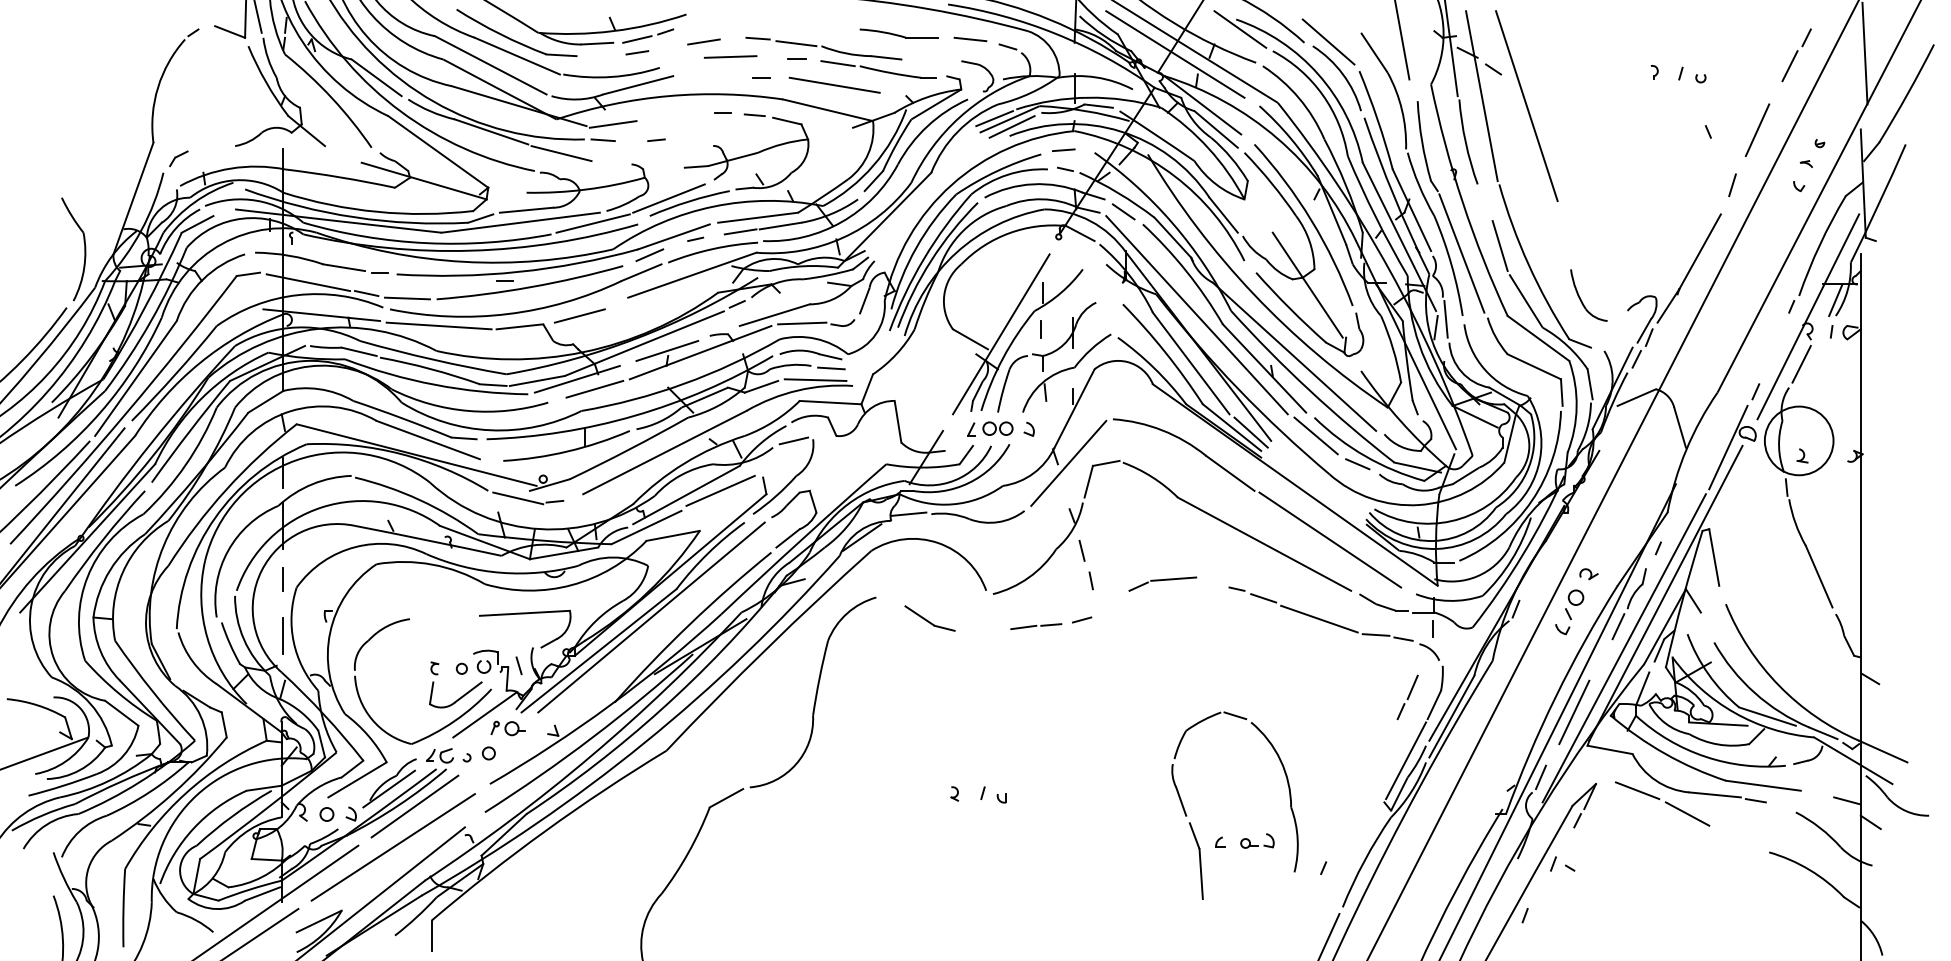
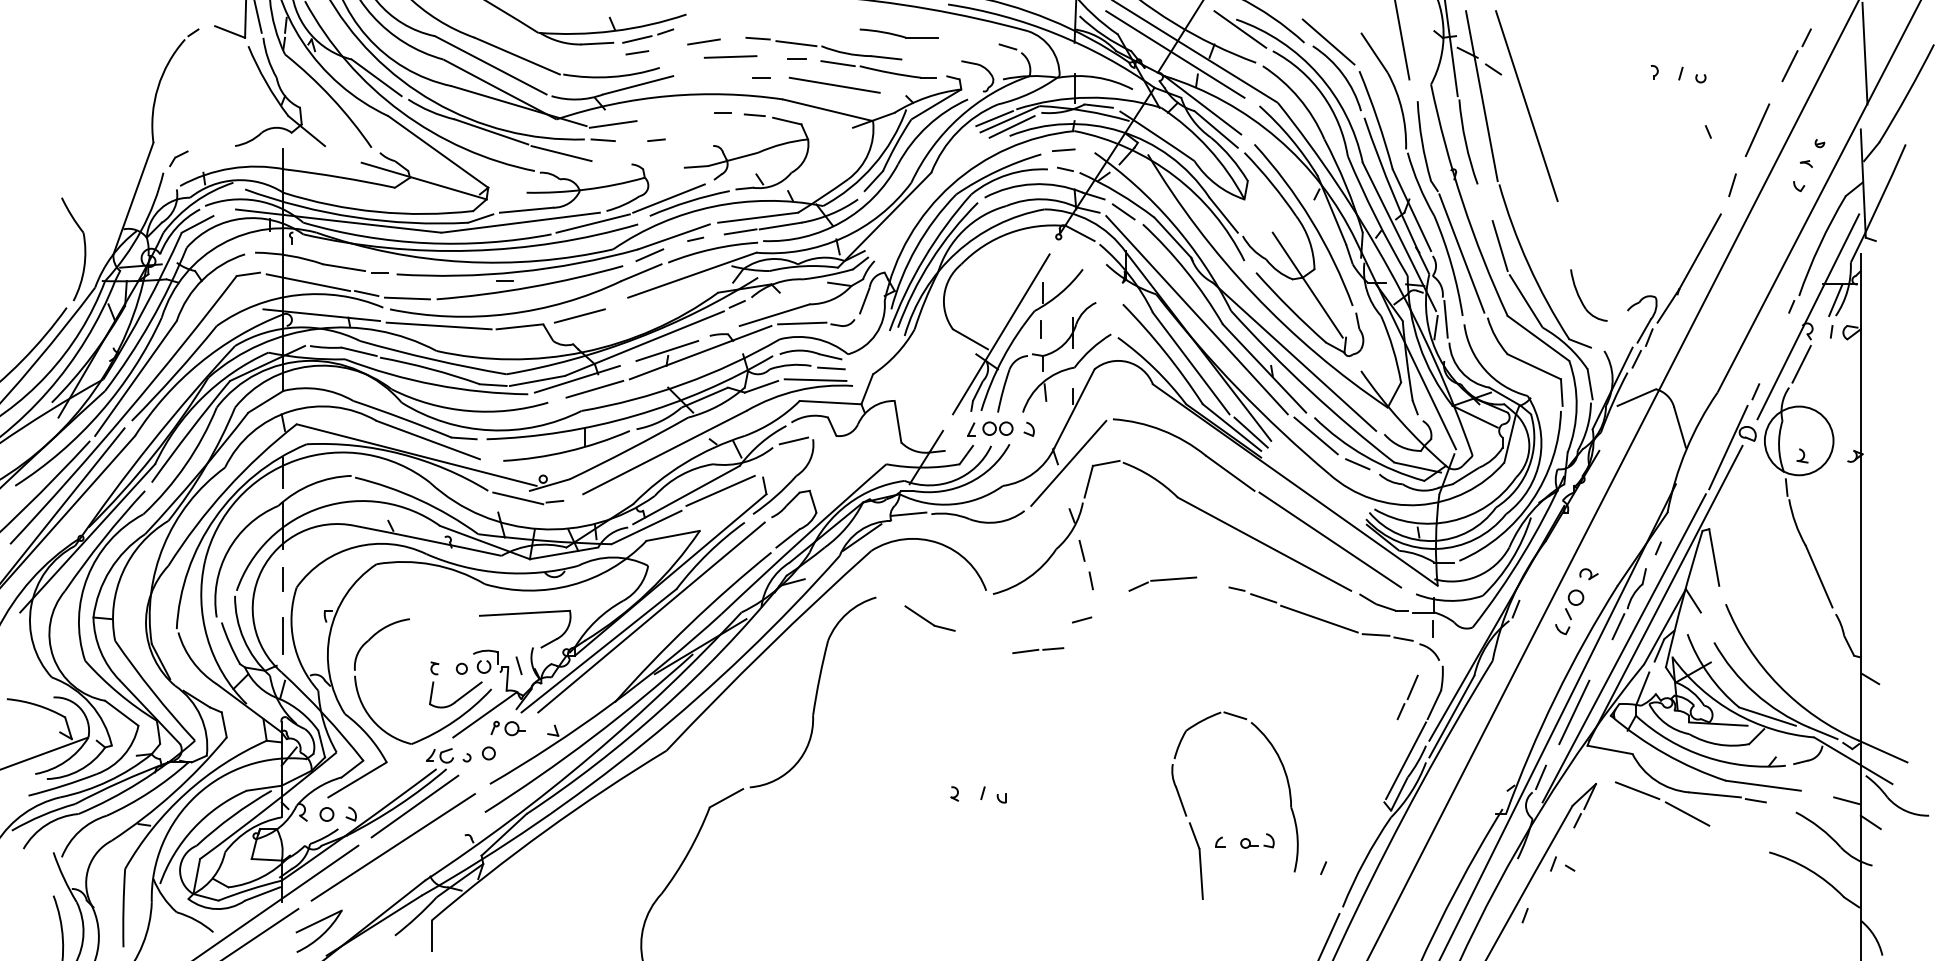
part at (513, 39): present -> none
line at (970, 39): present -> none
part at (1036, 626) position: (1036, 626) -> (1038, 650)
part at (389, 783): present -> none
line at (381, 892): present -> none
